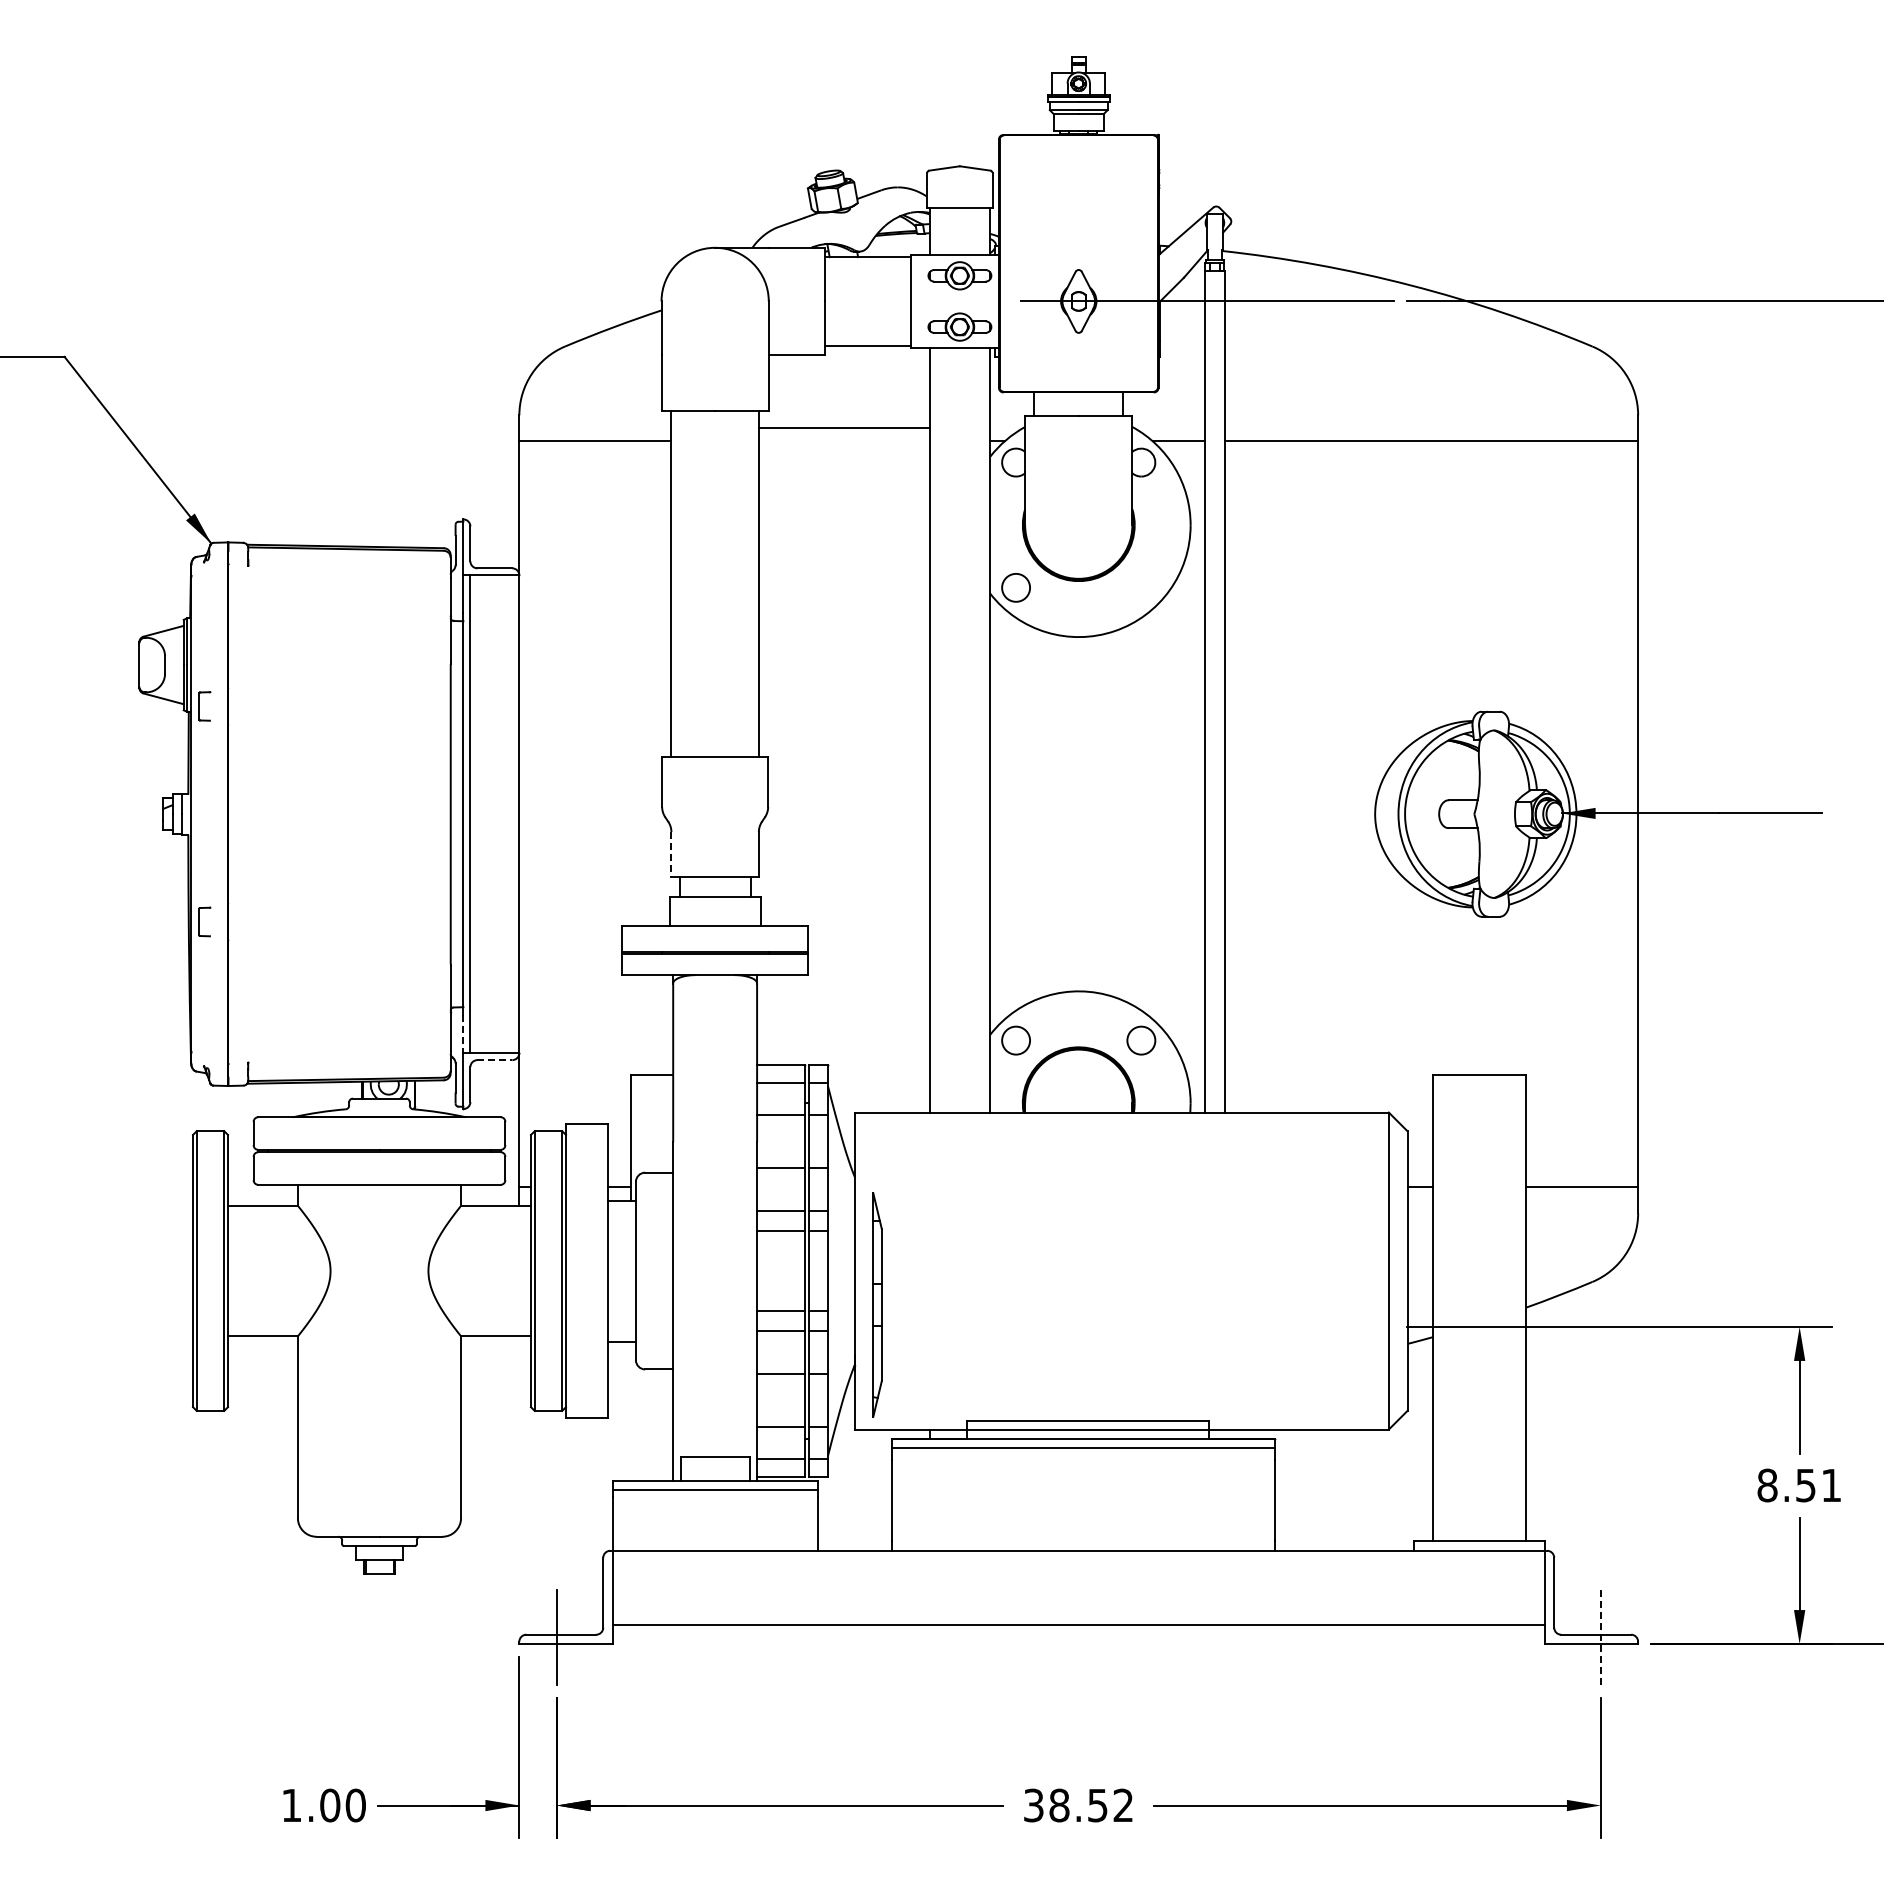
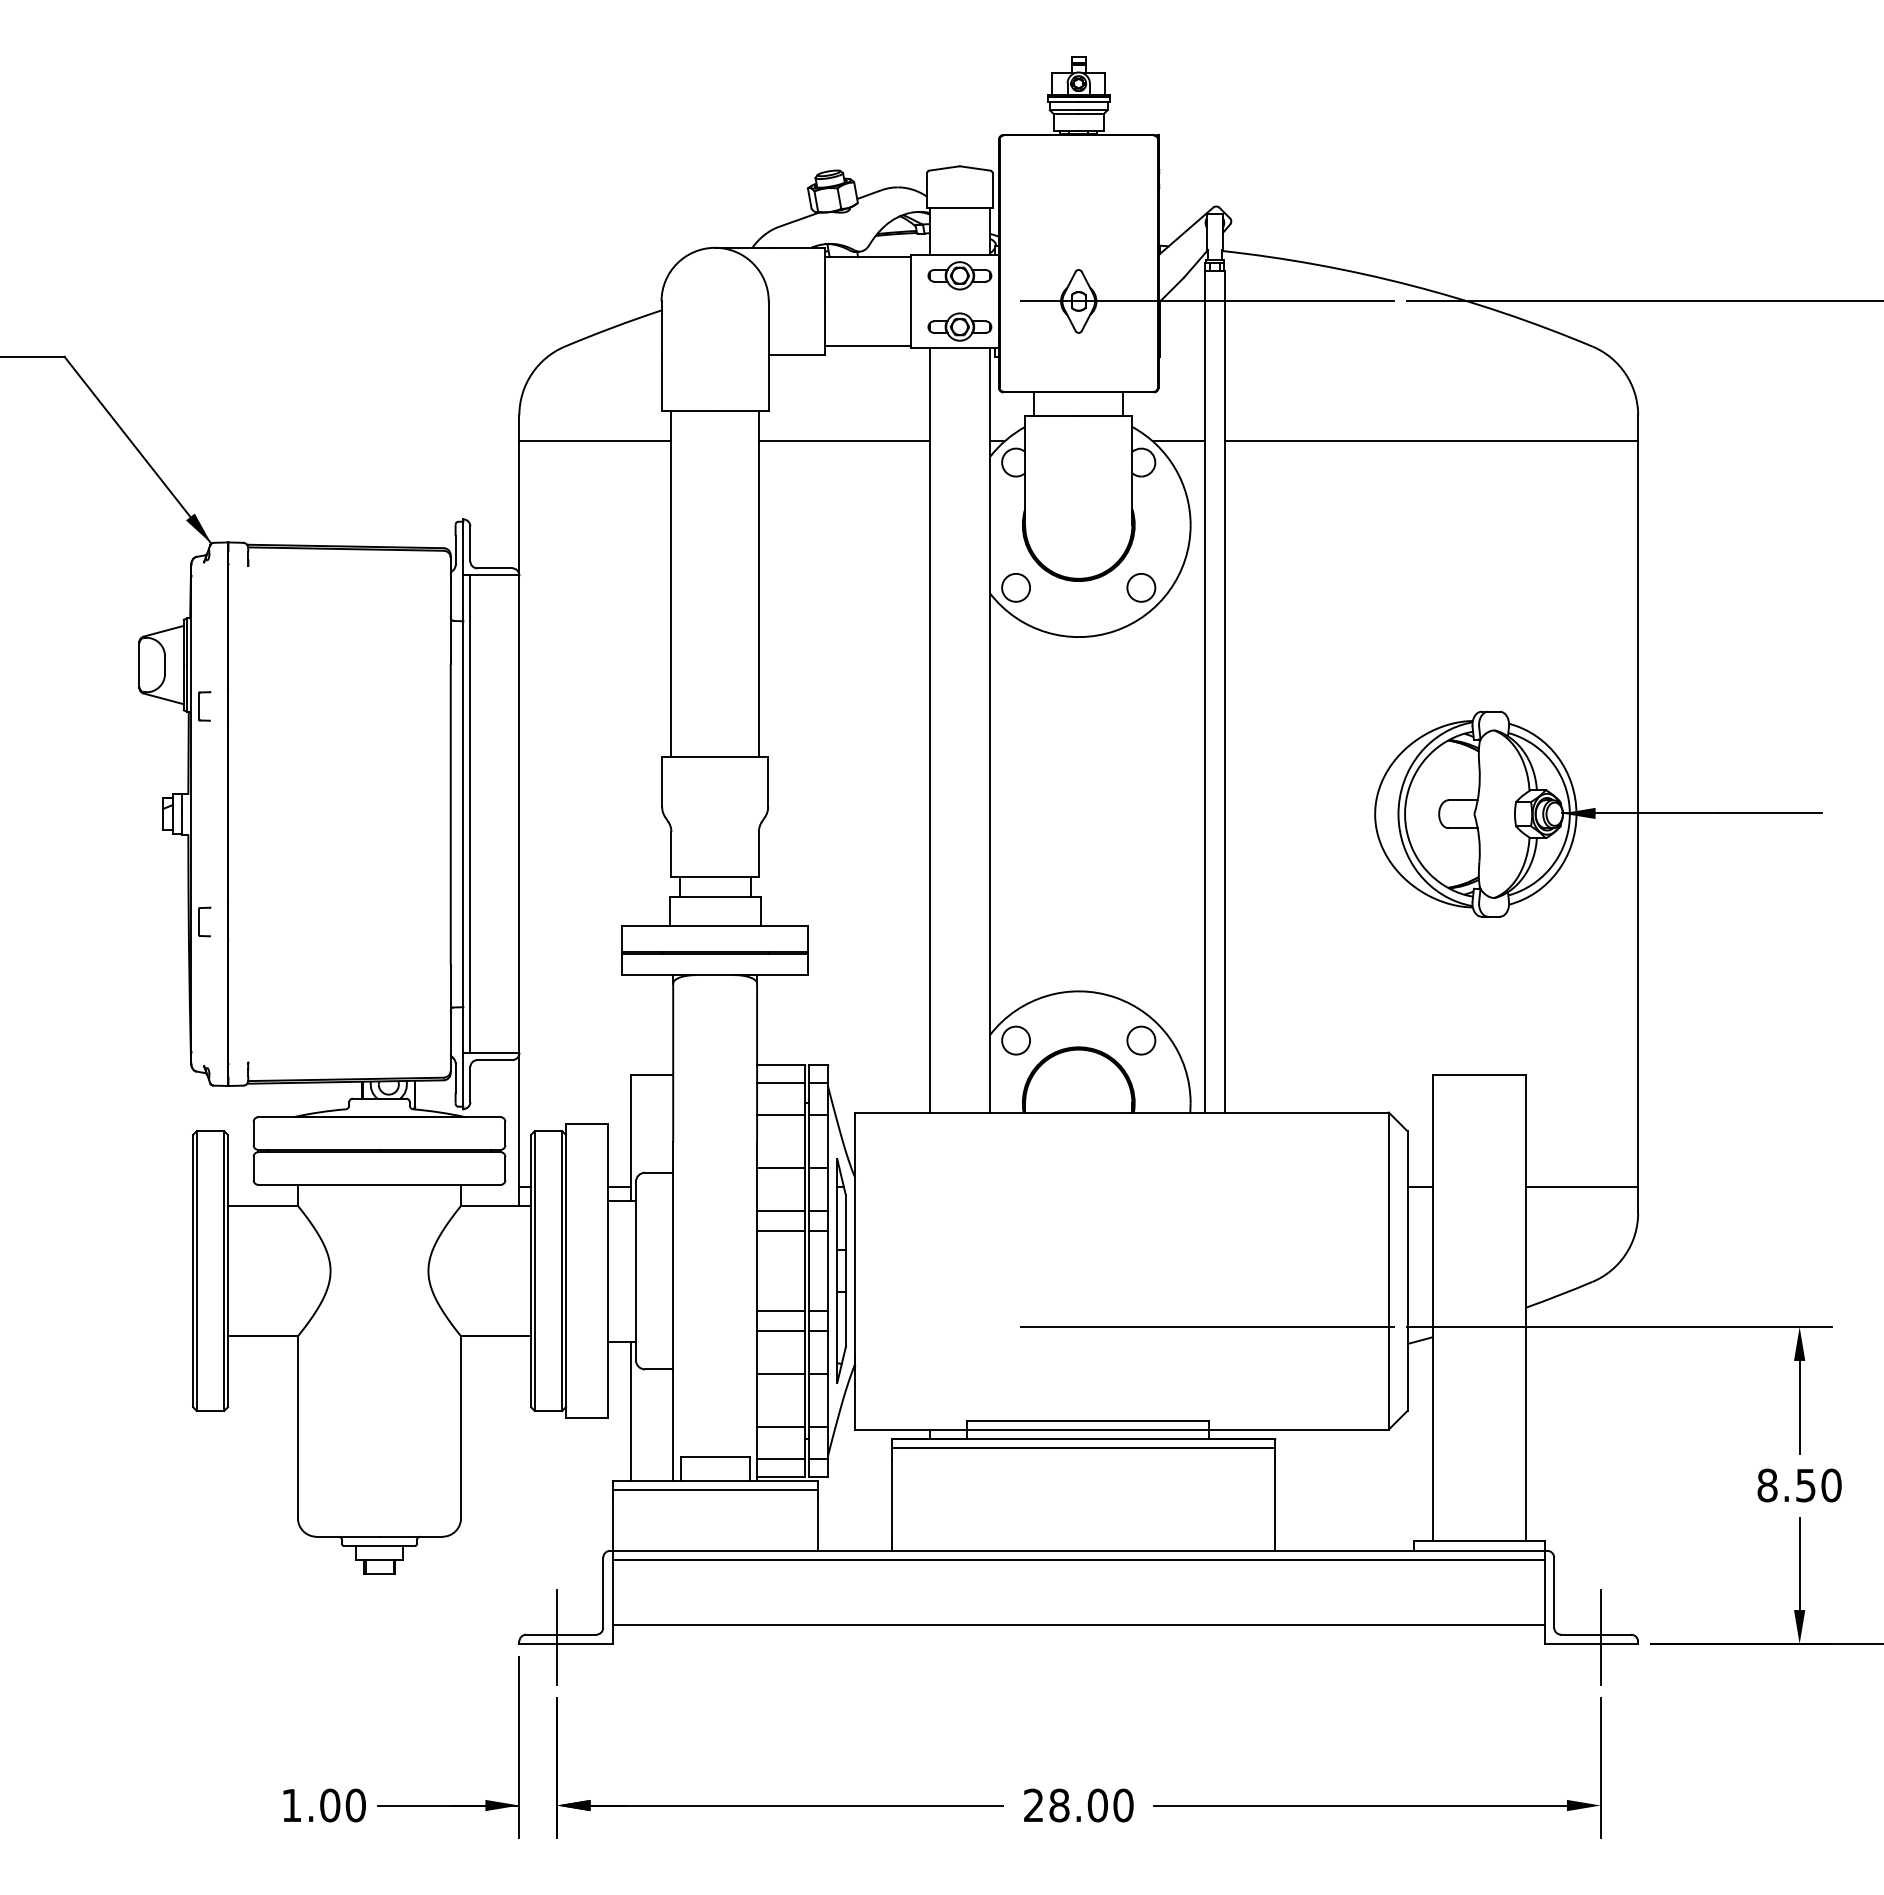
line at (844, 428) position: (844, 428) -> (844, 441)
circle at (1141, 587): none -> present
line at (671, 854): dashed -> solid
line at (463, 1034): dashed -> solid
line at (495, 1060): dashed -> solid
part at (877, 1304) position: (877, 1304) -> (841, 1270)
line at (1207, 1327): none -> present
line at (631, 1410): none -> present
text at (1831, 1485): 8.51 -> 8.50
line at (1078, 1560): none -> present
line at (1600, 1638): dashed -> solid
text at (1078, 1805): 38.52 -> 28.00
